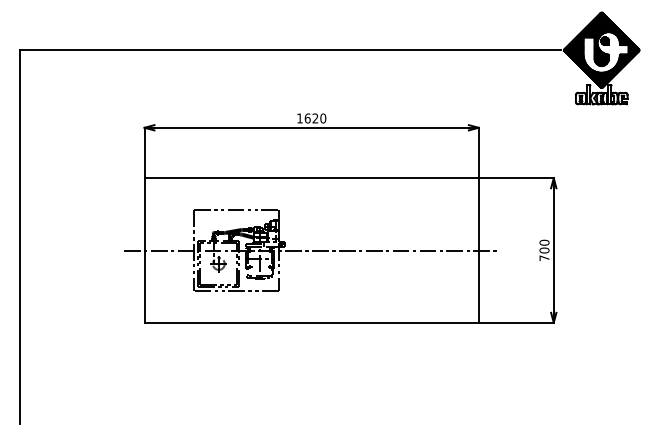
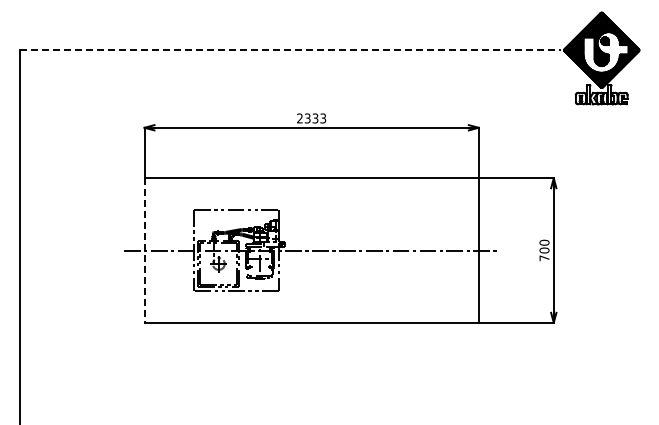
line at (290, 50): solid -> dashed
text at (311, 118): 1620 -> 2333
line at (144, 251): solid -> dashed
